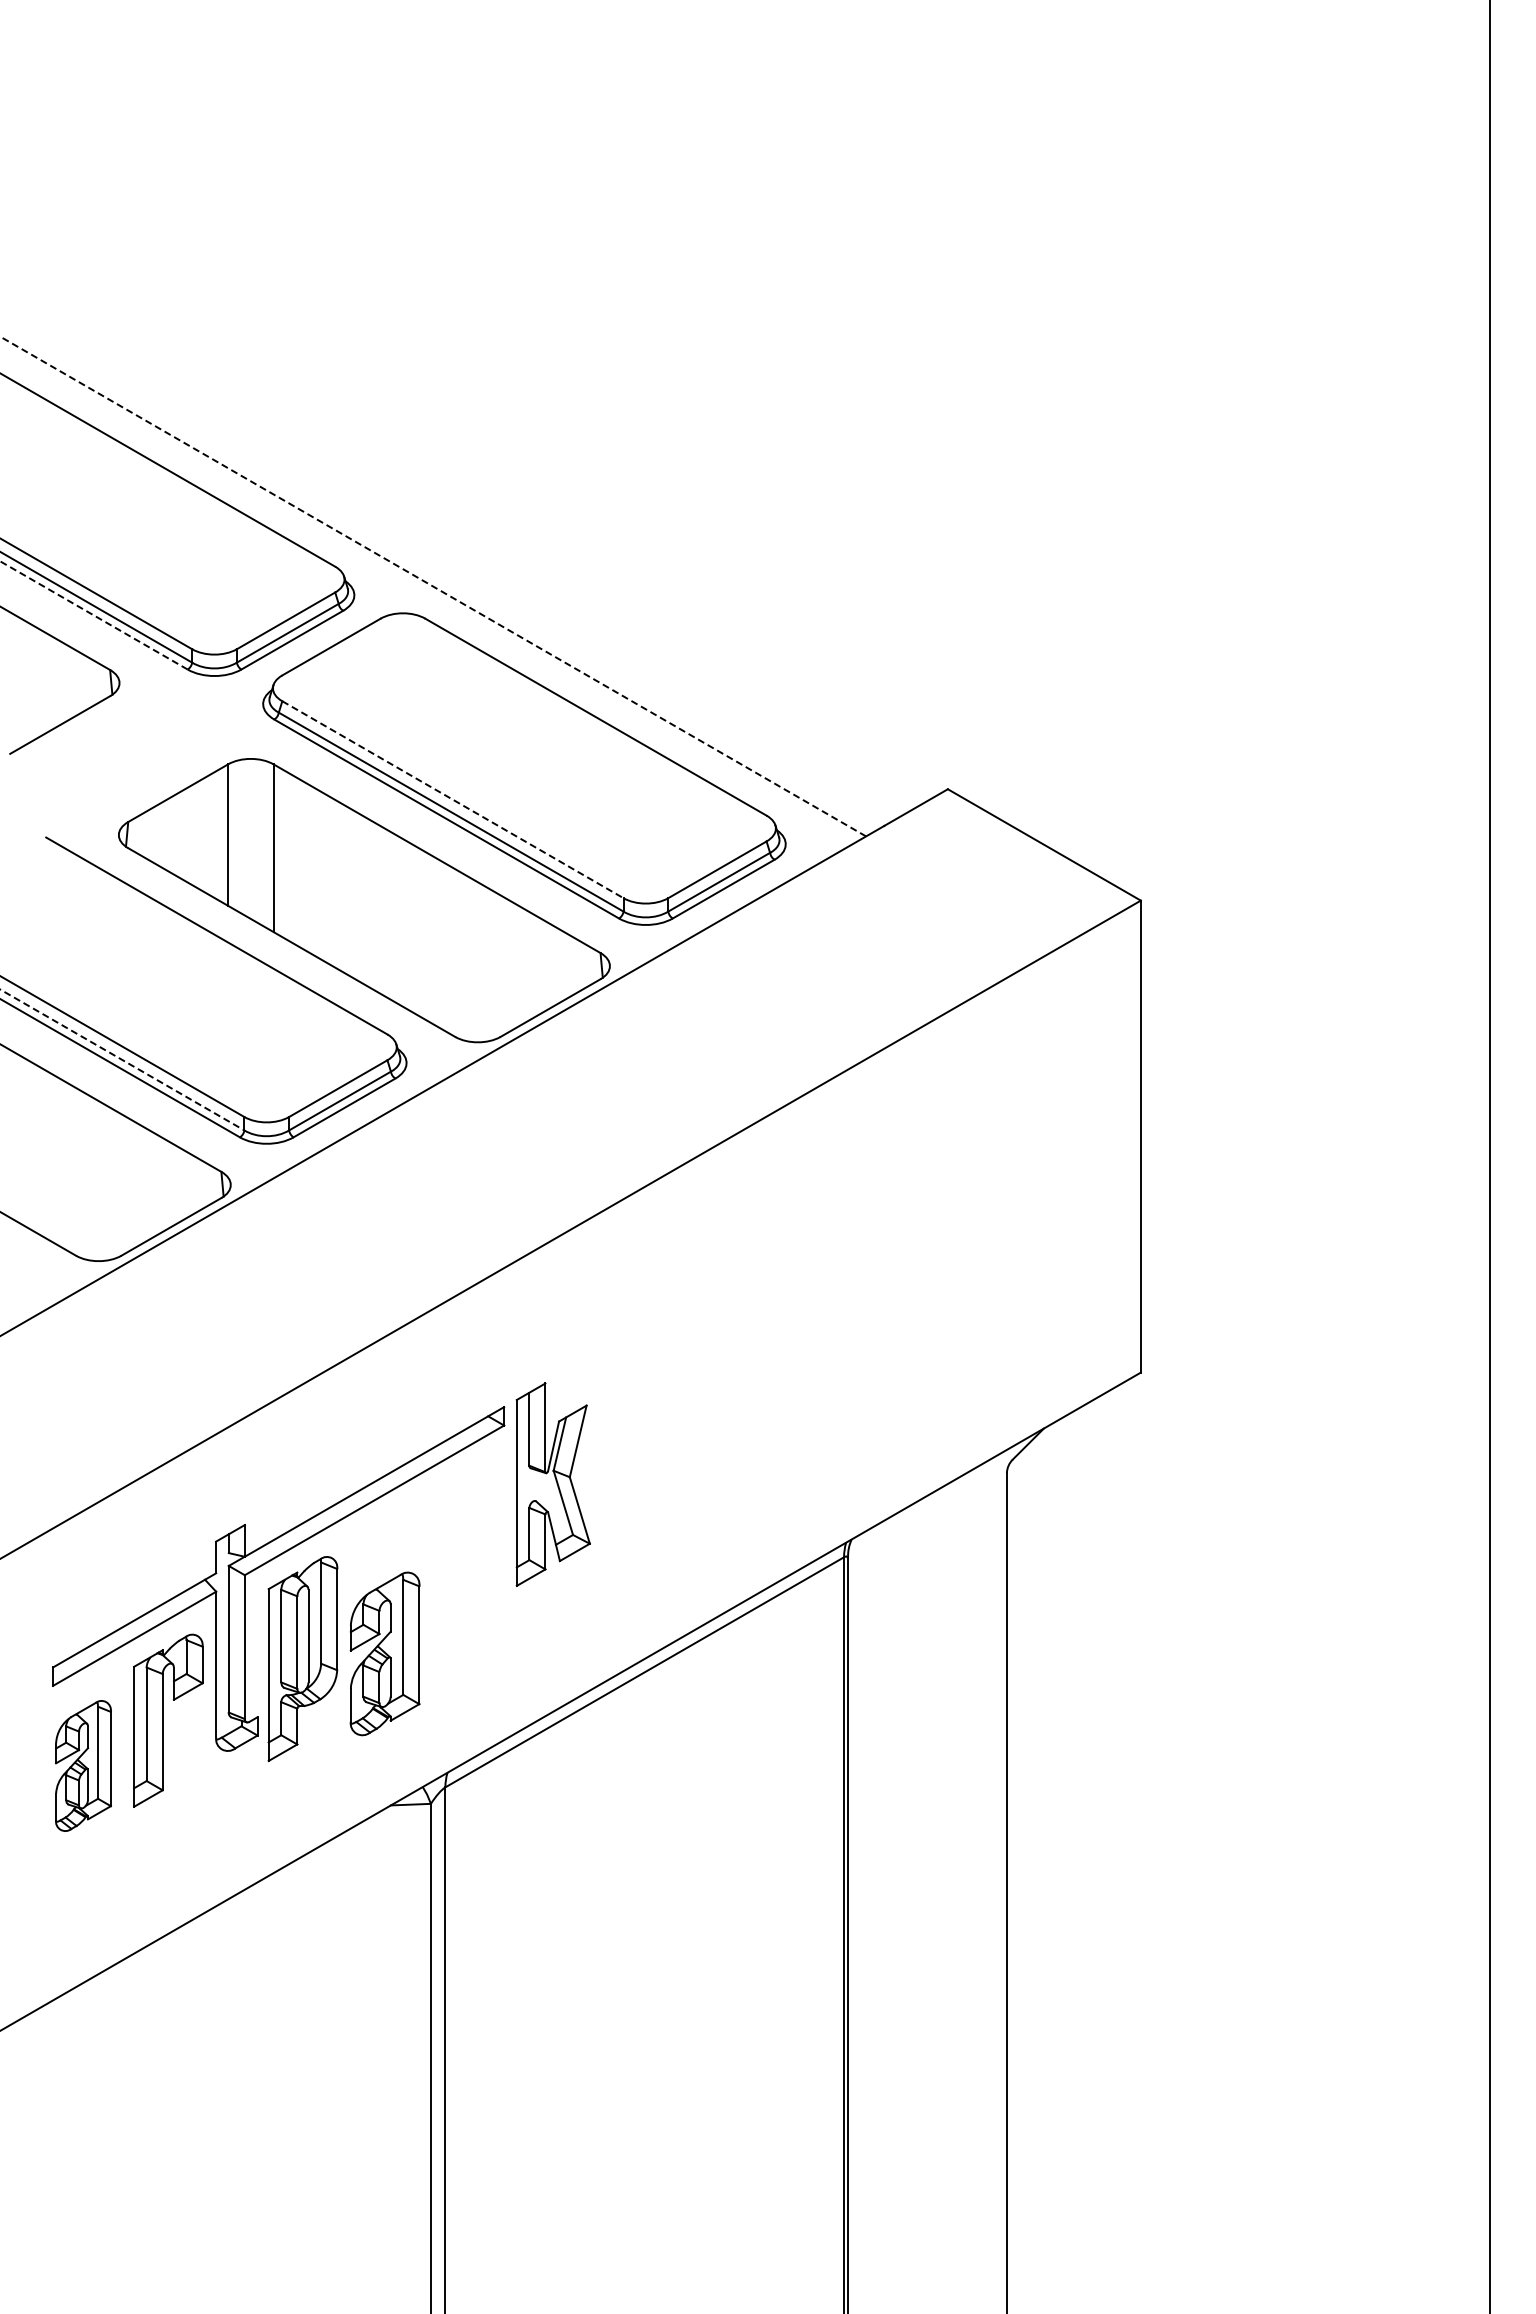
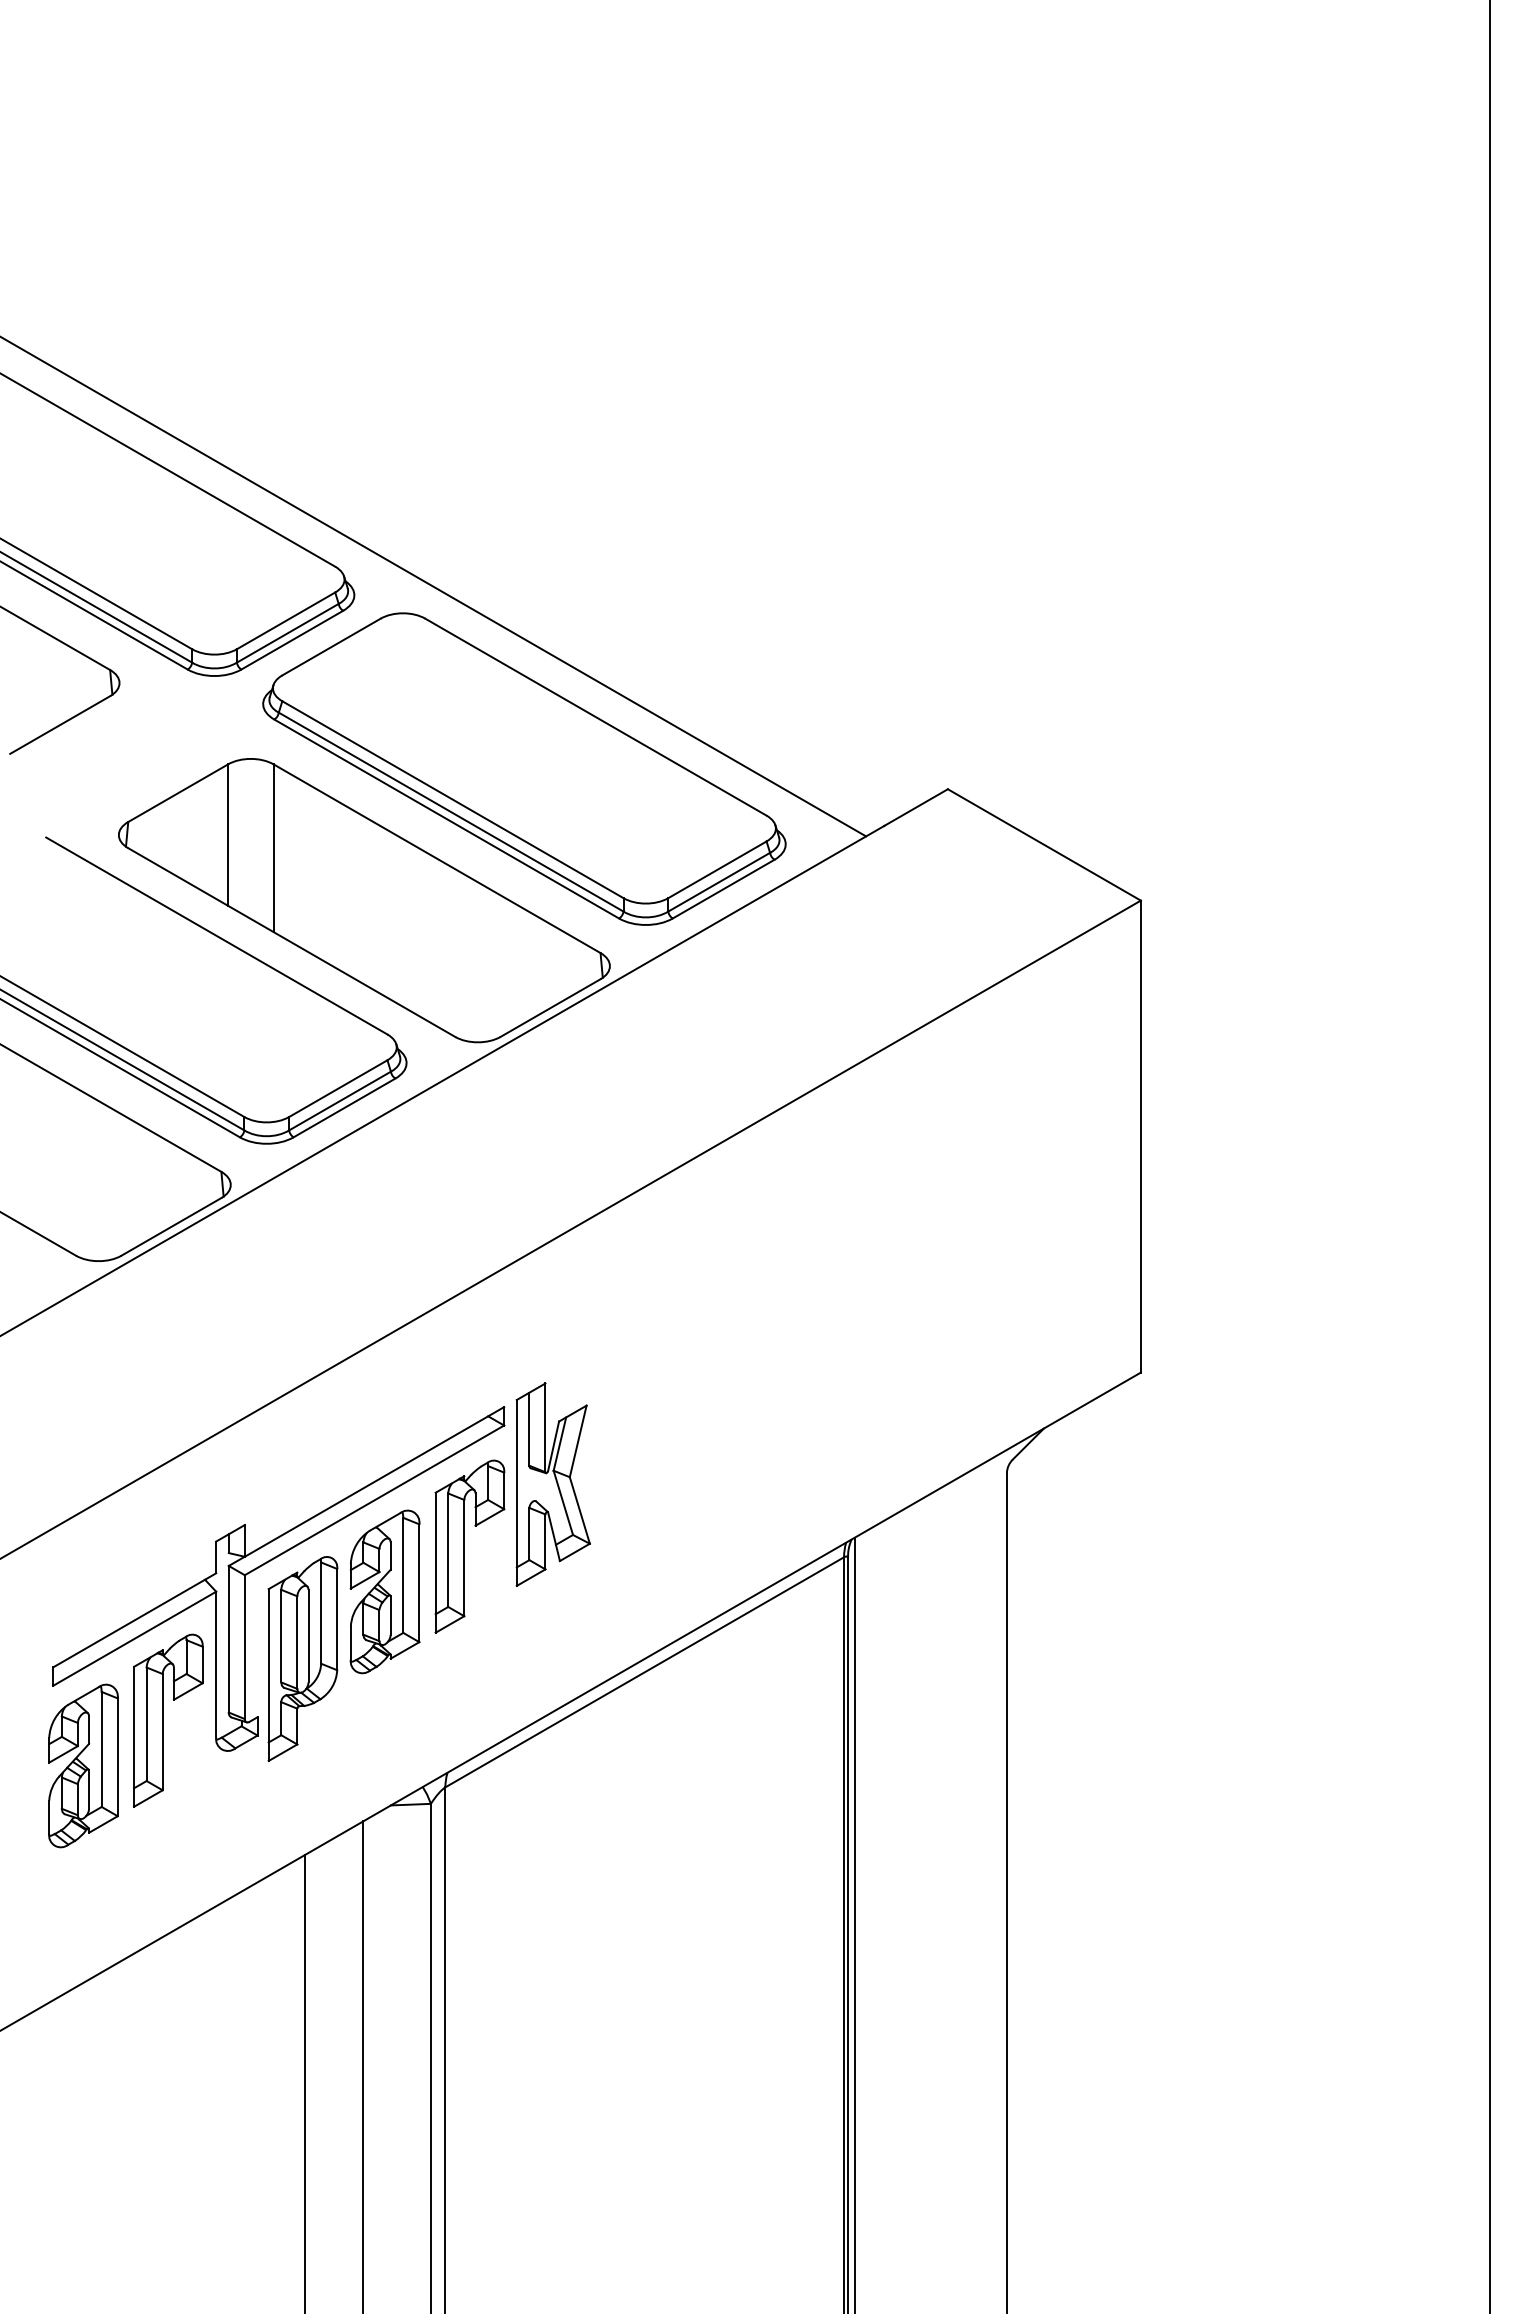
line at (433, 586): dashed -> solid
line at (93, 615): dashed -> solid
line at (453, 799): dashed -> solid
line at (122, 1060): dashed -> solid
part at (469, 1546): none -> present
part at (384, 1653) position: (384, 1653) -> (384, 1591)
part at (83, 1765) size: 57x132 px -> 71x166 px
line at (854, 1923): none -> present
line at (363, 2065): none -> present
line at (305, 2082): none -> present
